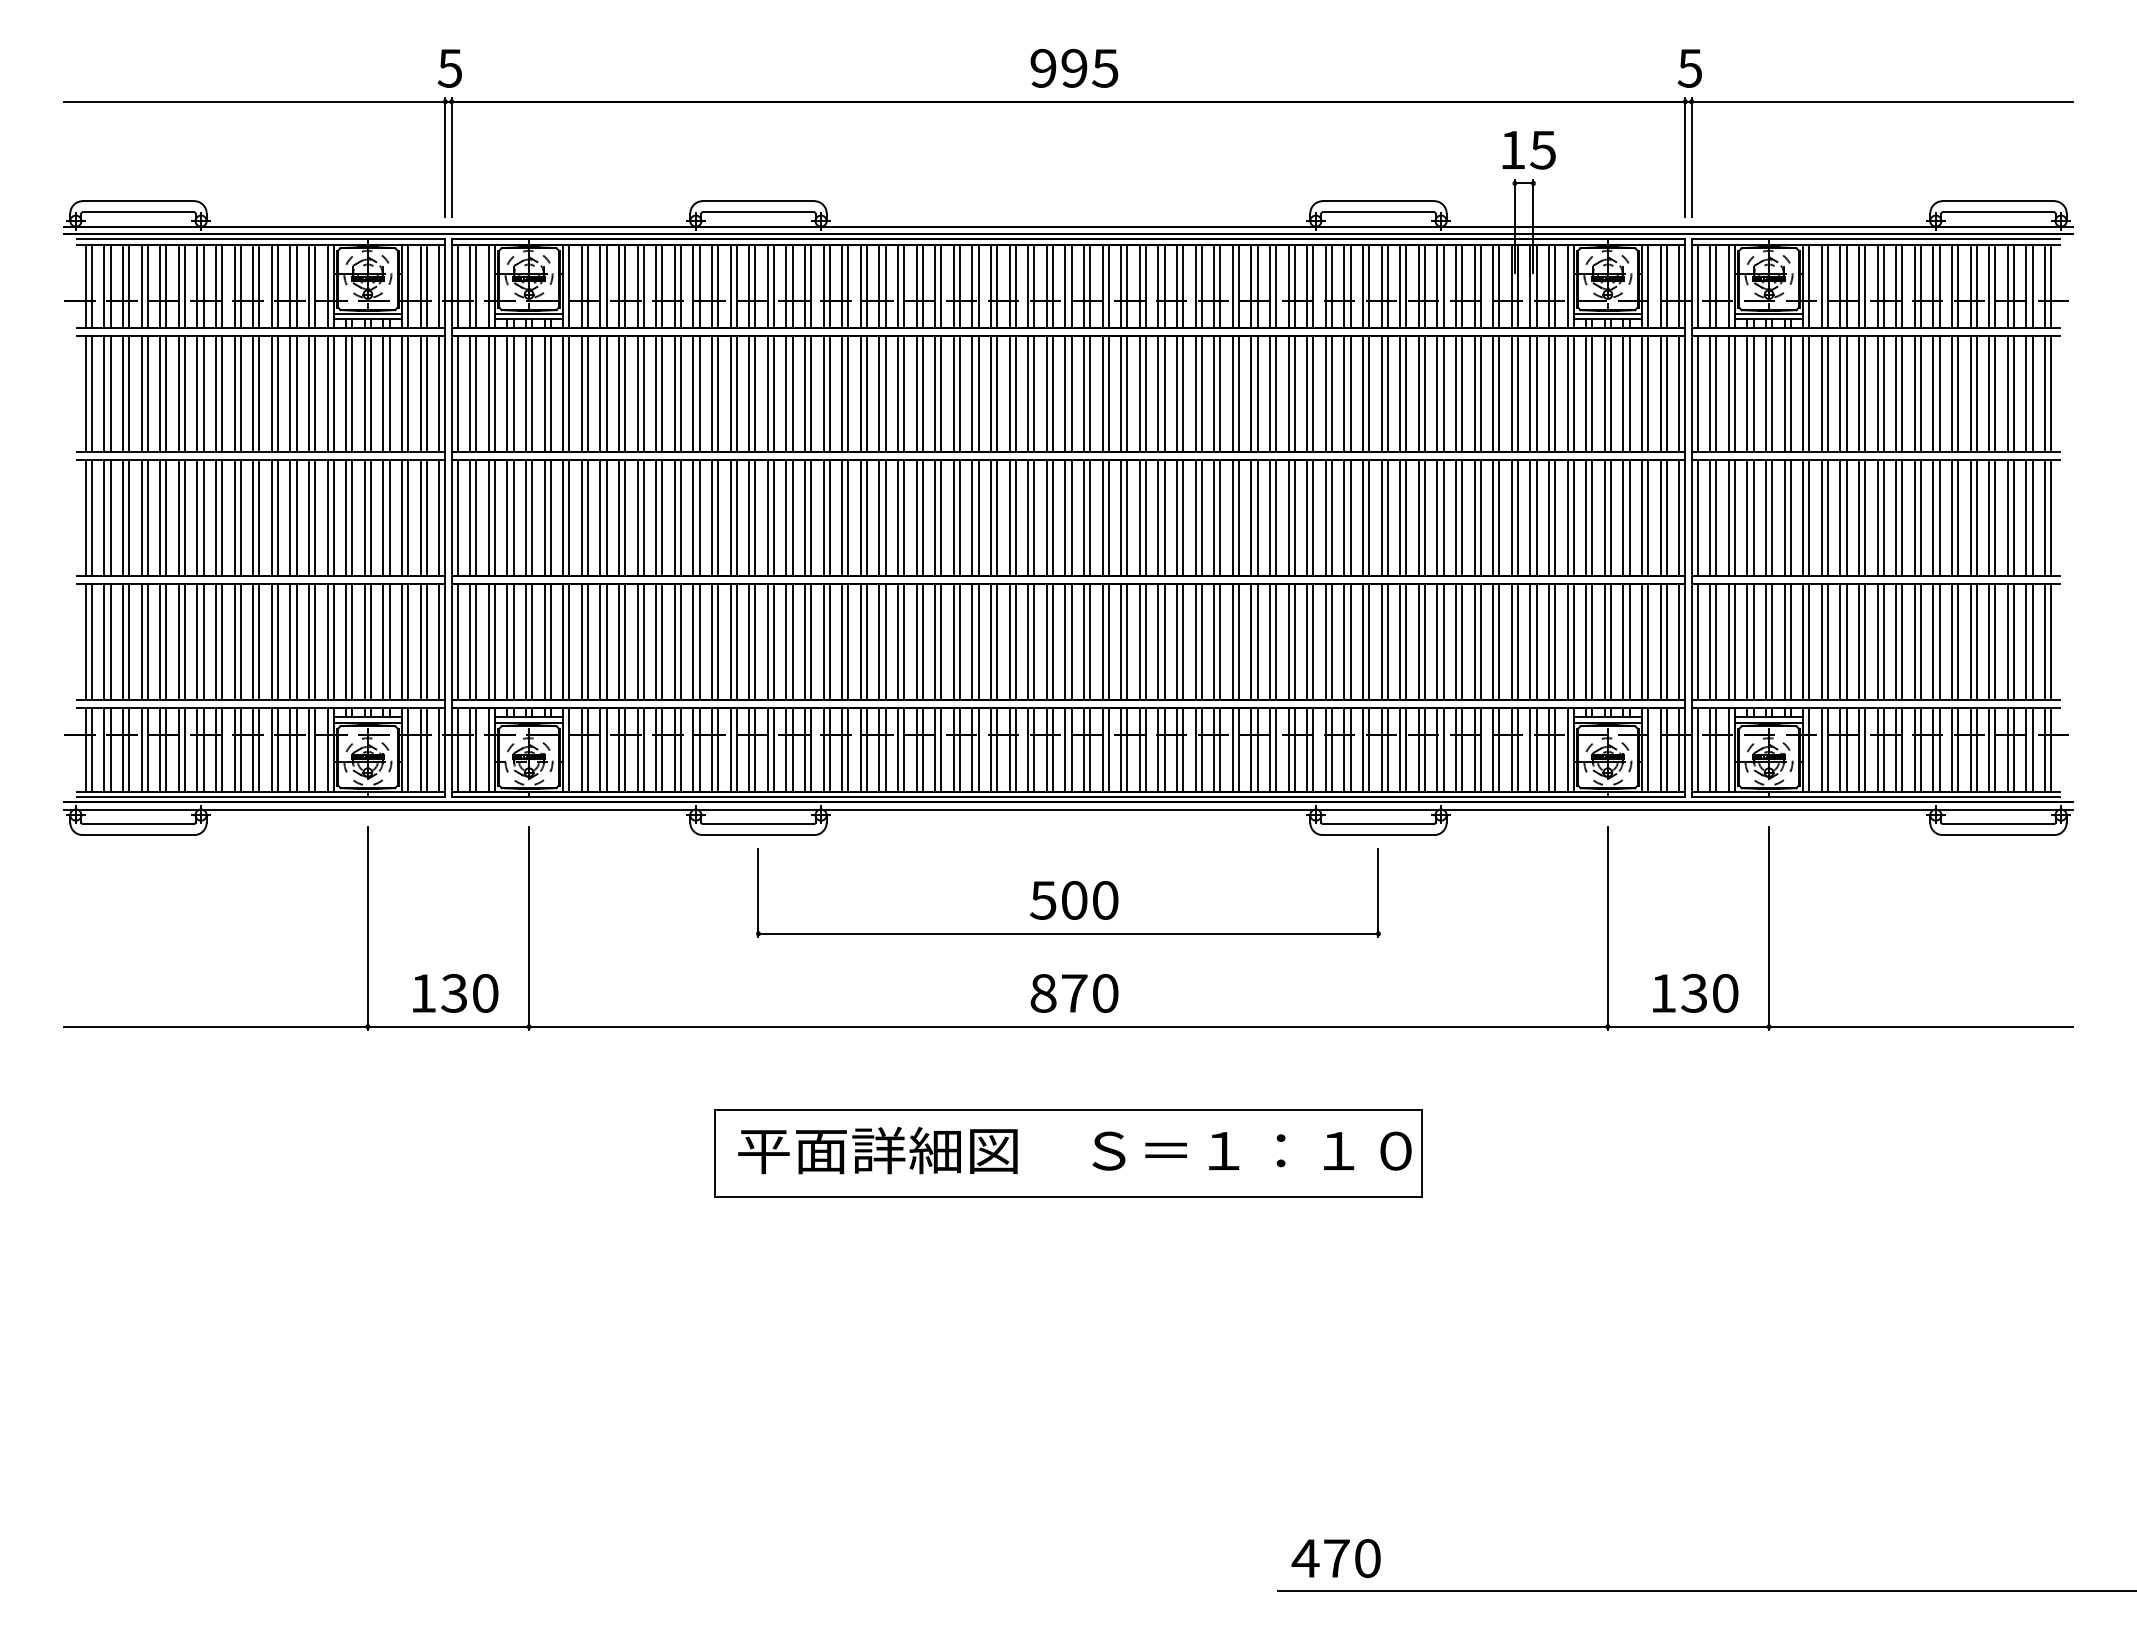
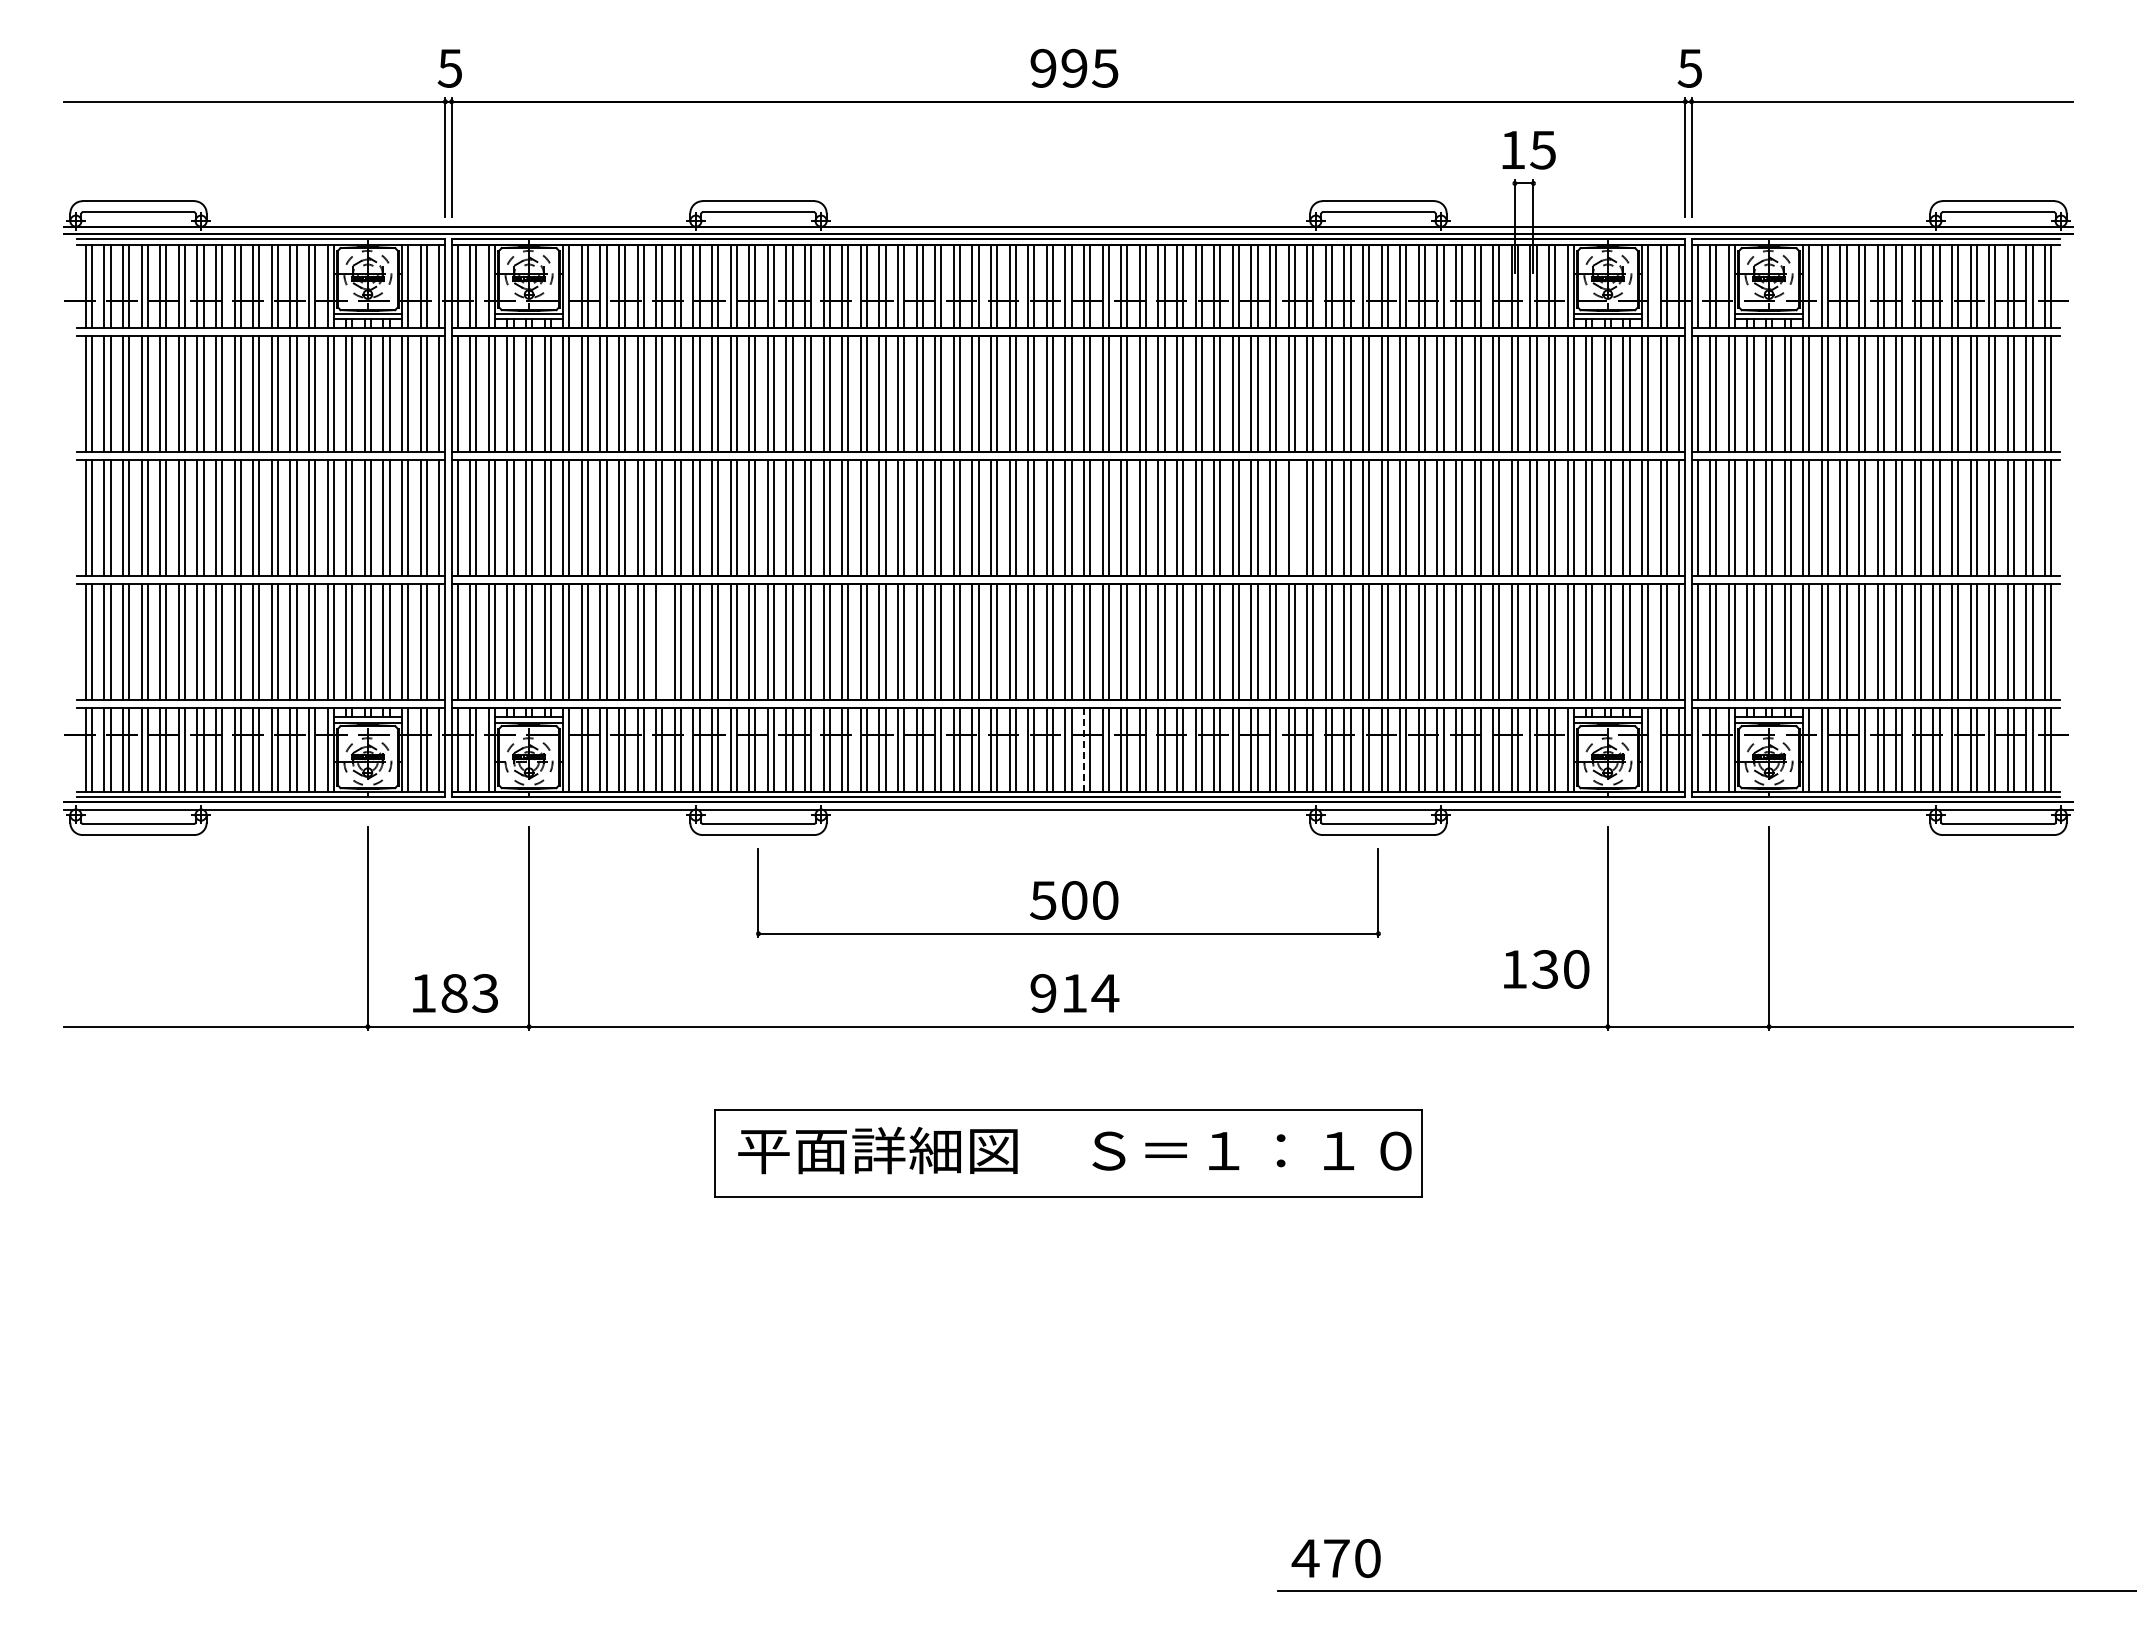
line at (1294, 517): present -> none
line at (662, 641): present -> none
line at (1084, 749): solid -> dashed
text at (469, 993): 130 -> 183
text at (1074, 993): 870 -> 914
text at (1695, 993) position: (1695, 993) -> (1546, 969)
